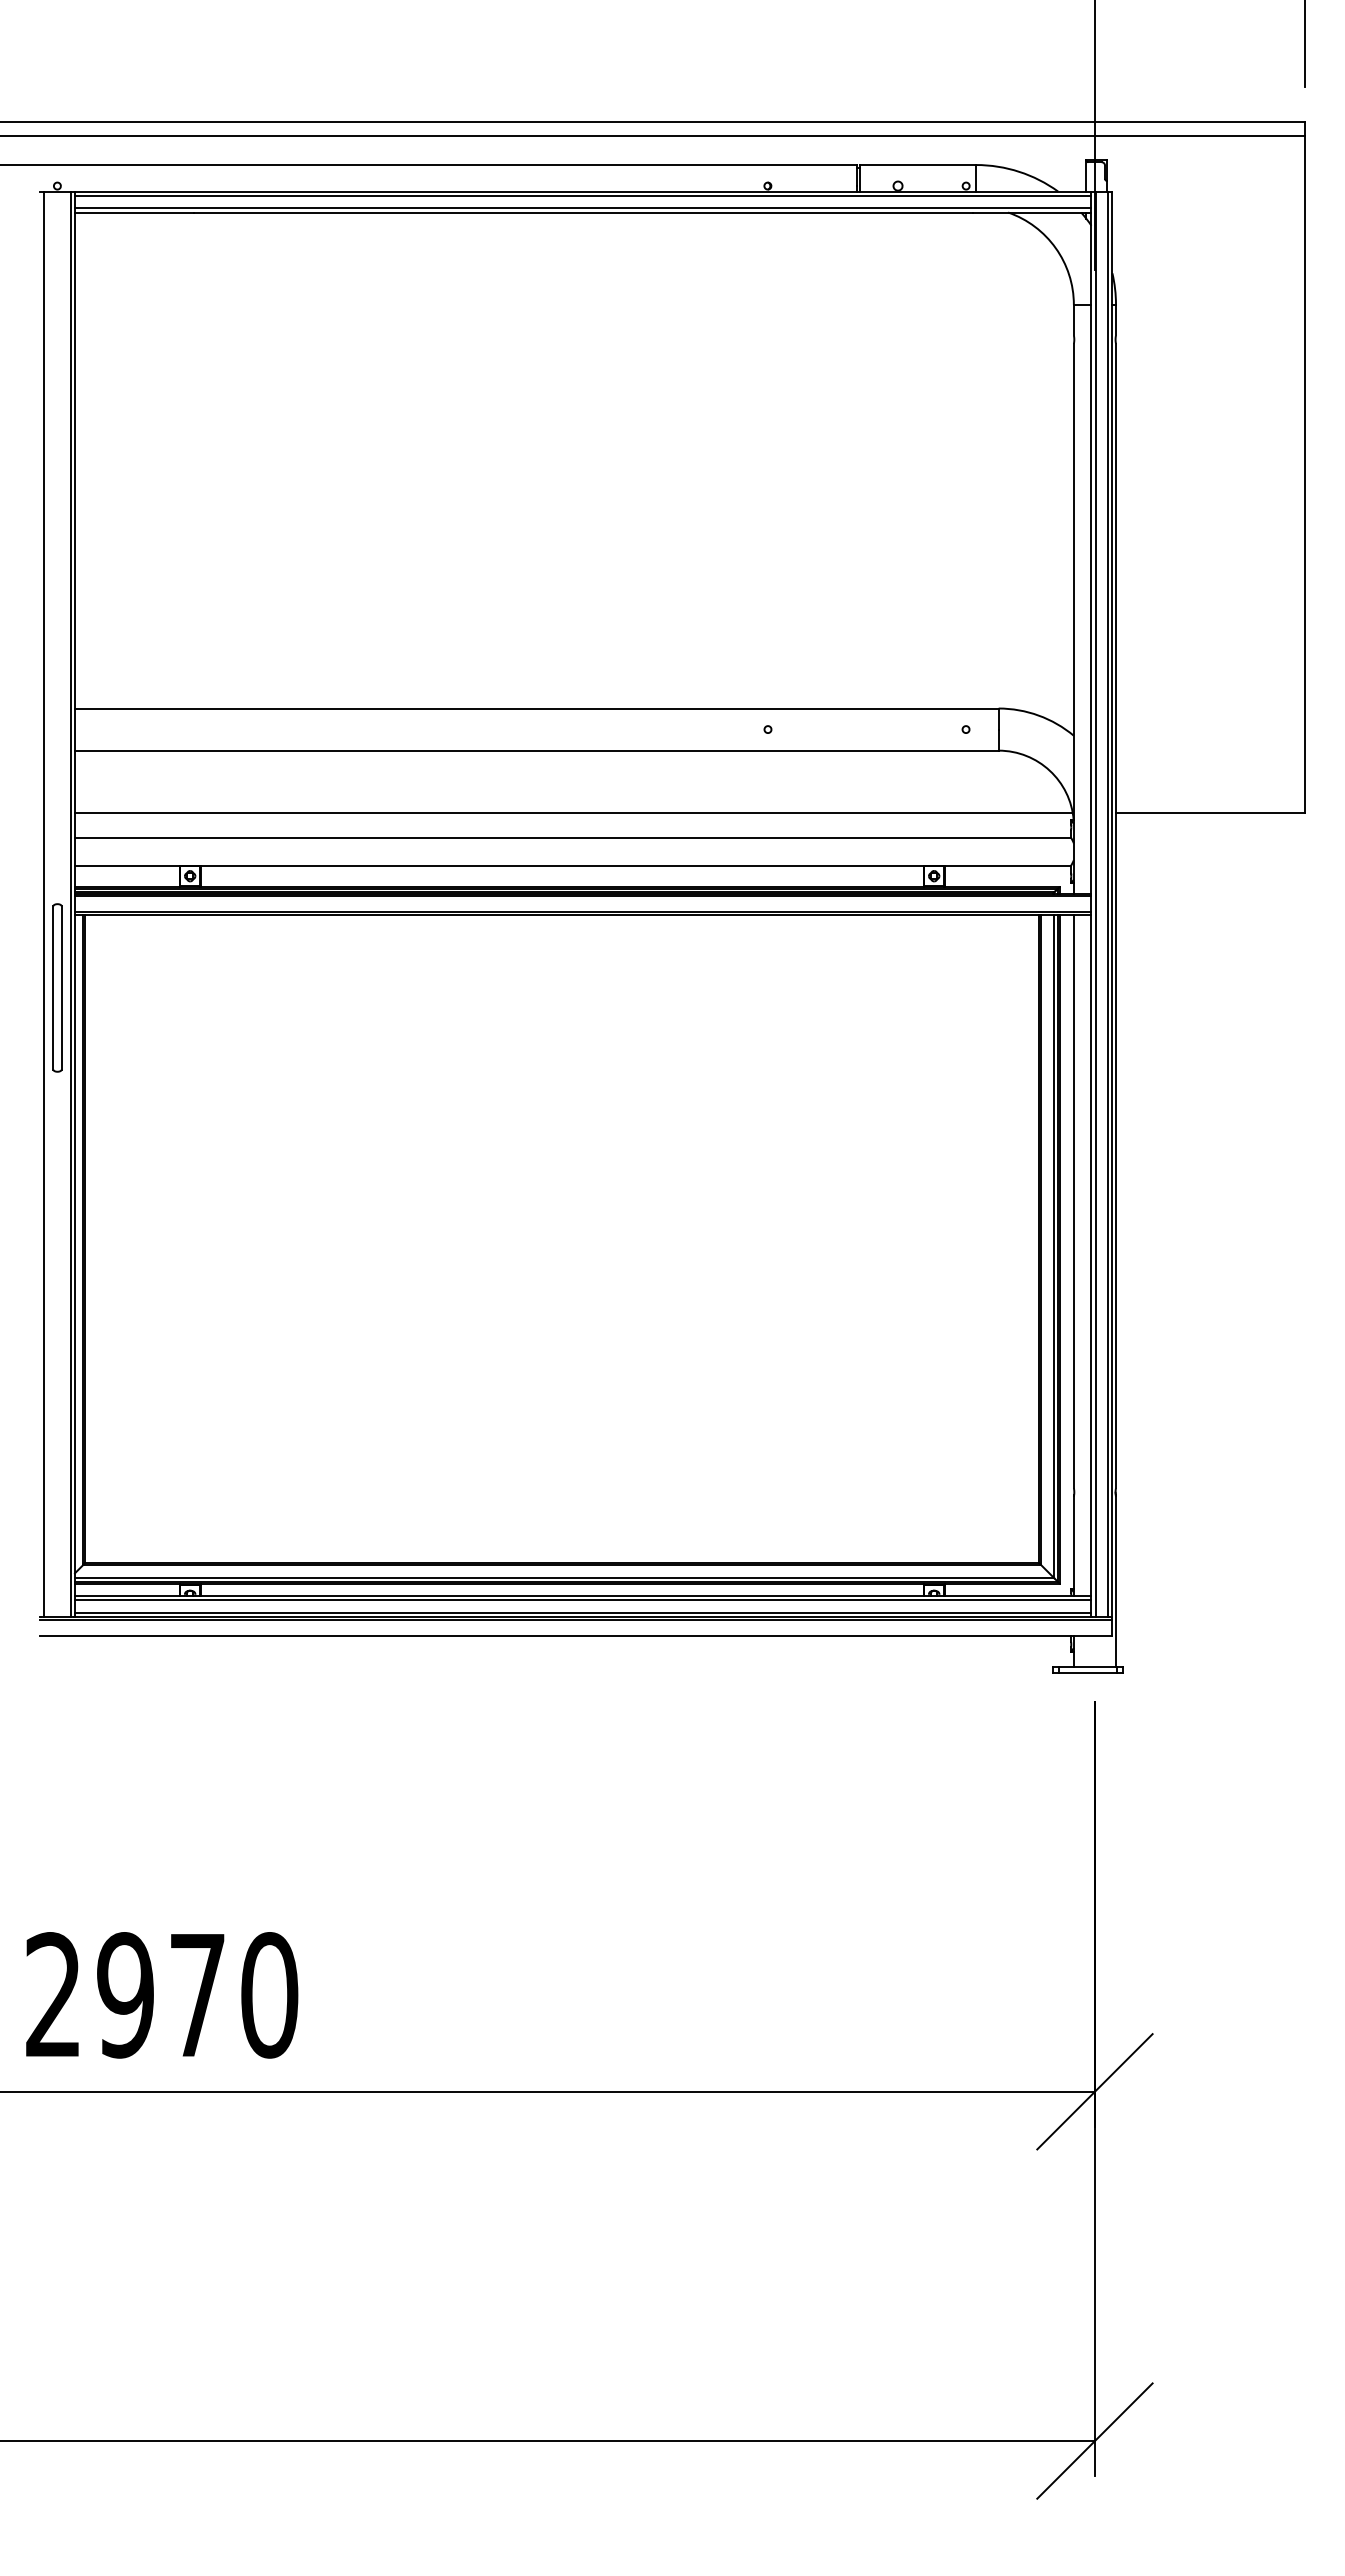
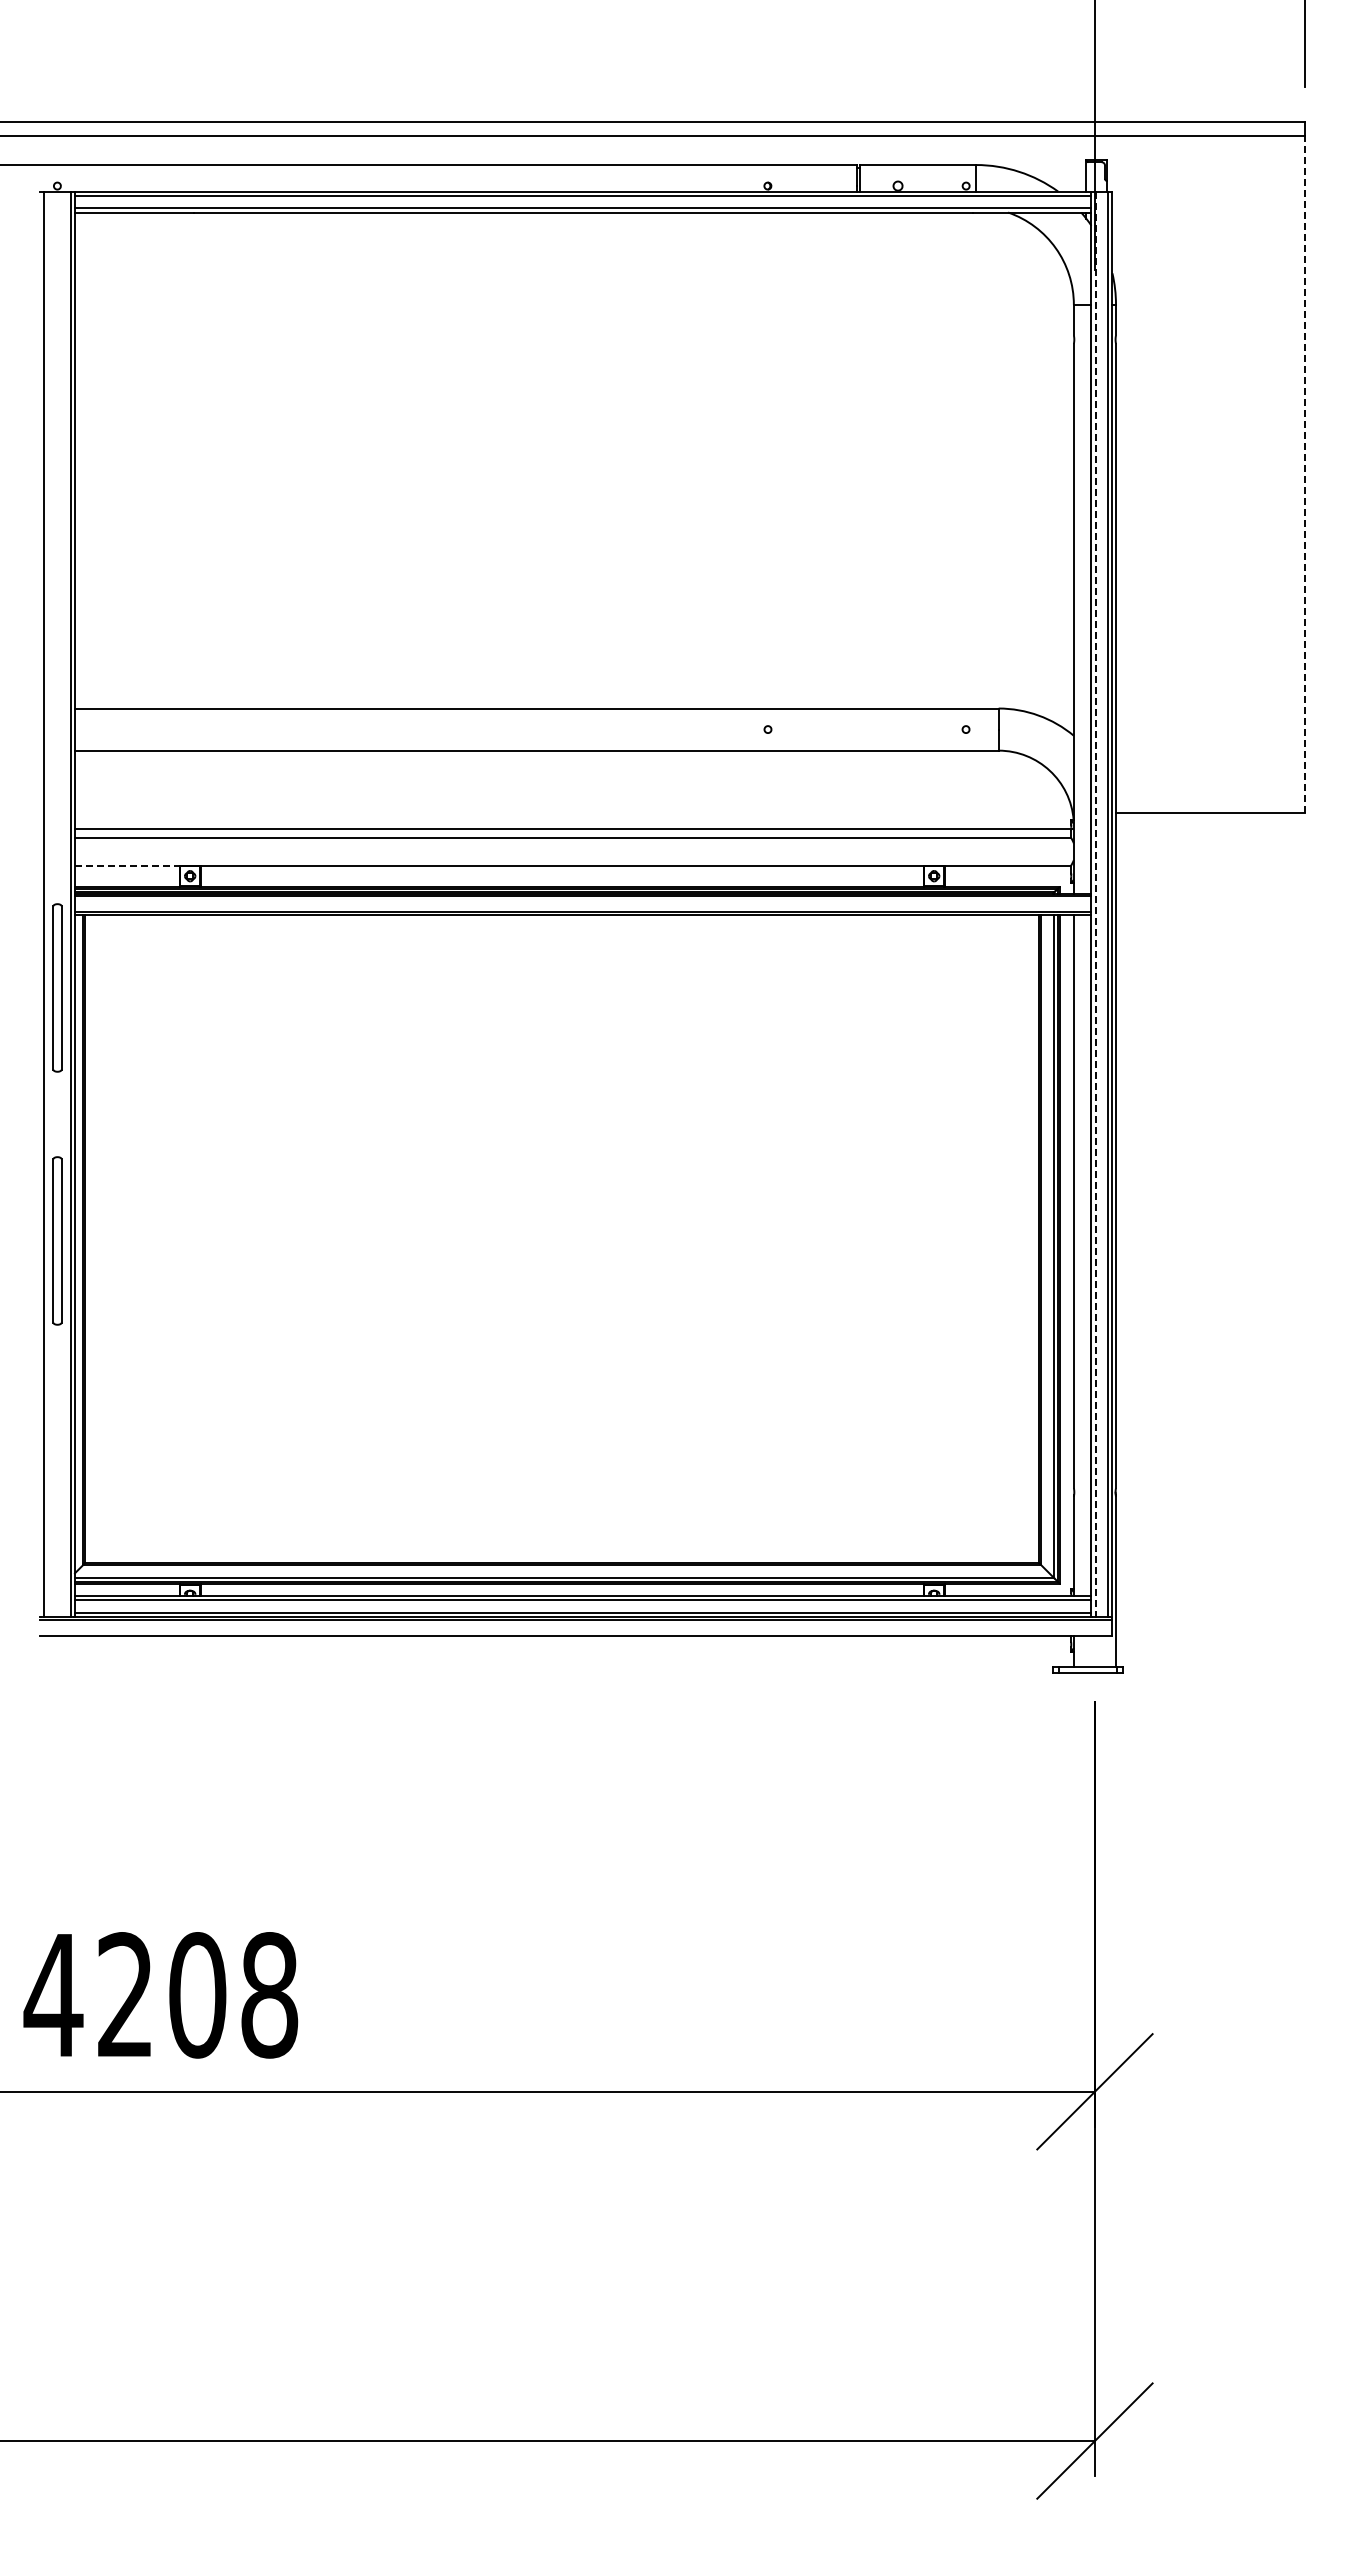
line at (1304, 474): solid -> dashed
line at (573, 813) position: (573, 813) -> (573, 829)
line at (127, 865): solid -> dashed
line at (1095, 904): solid -> dashed
part at (57, 1240): none -> present
text at (160, 1995): 2970 -> 4208
